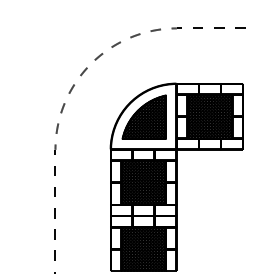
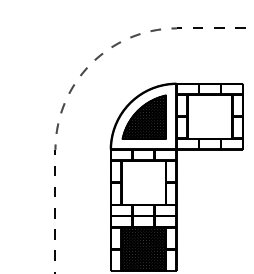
hatch at (209, 116): present -> none
hatch at (143, 182): present -> none
